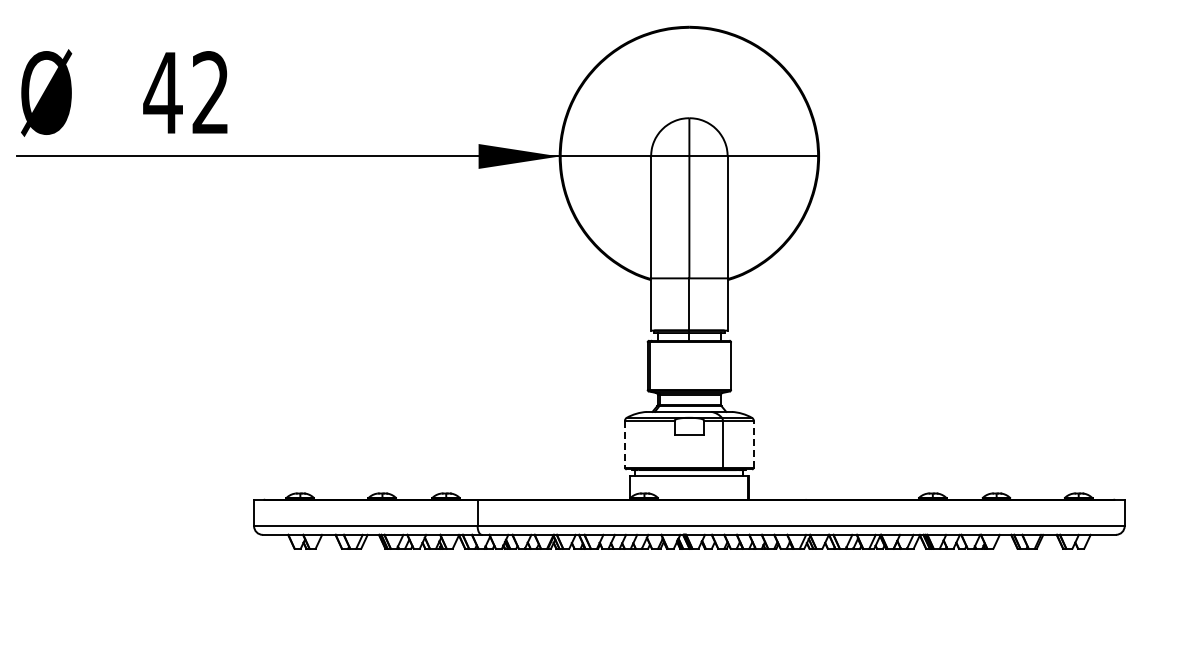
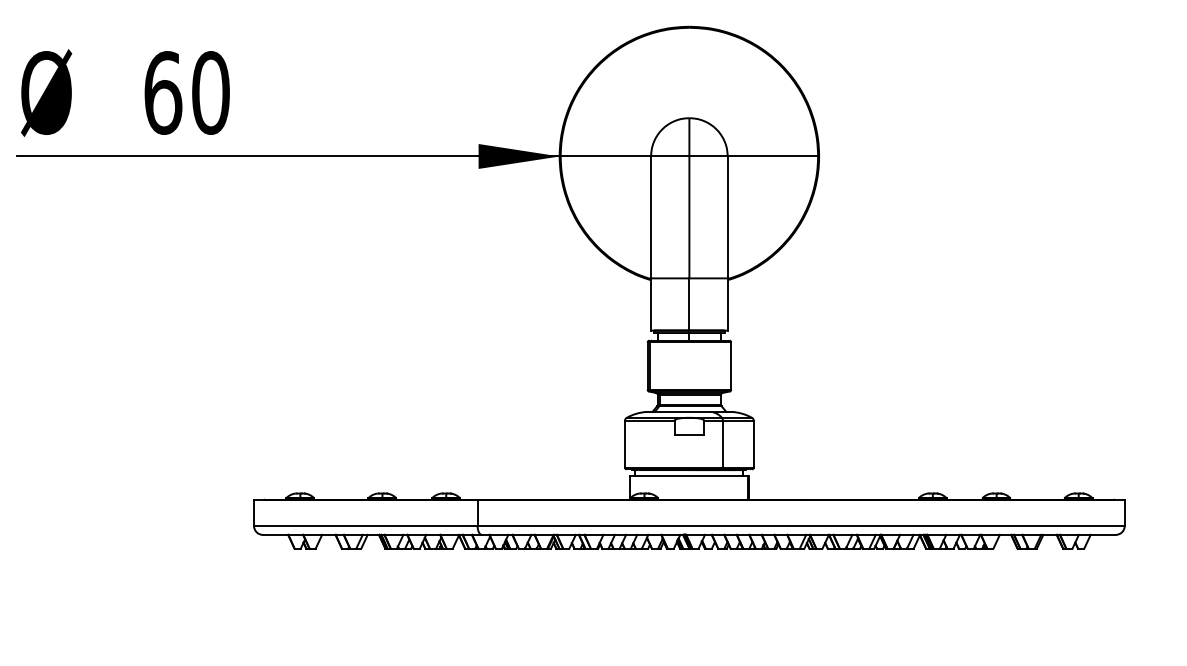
text at (186, 92): 42 -> 60
line at (753, 443): dashed -> solid
line at (624, 444): dashed -> solid
